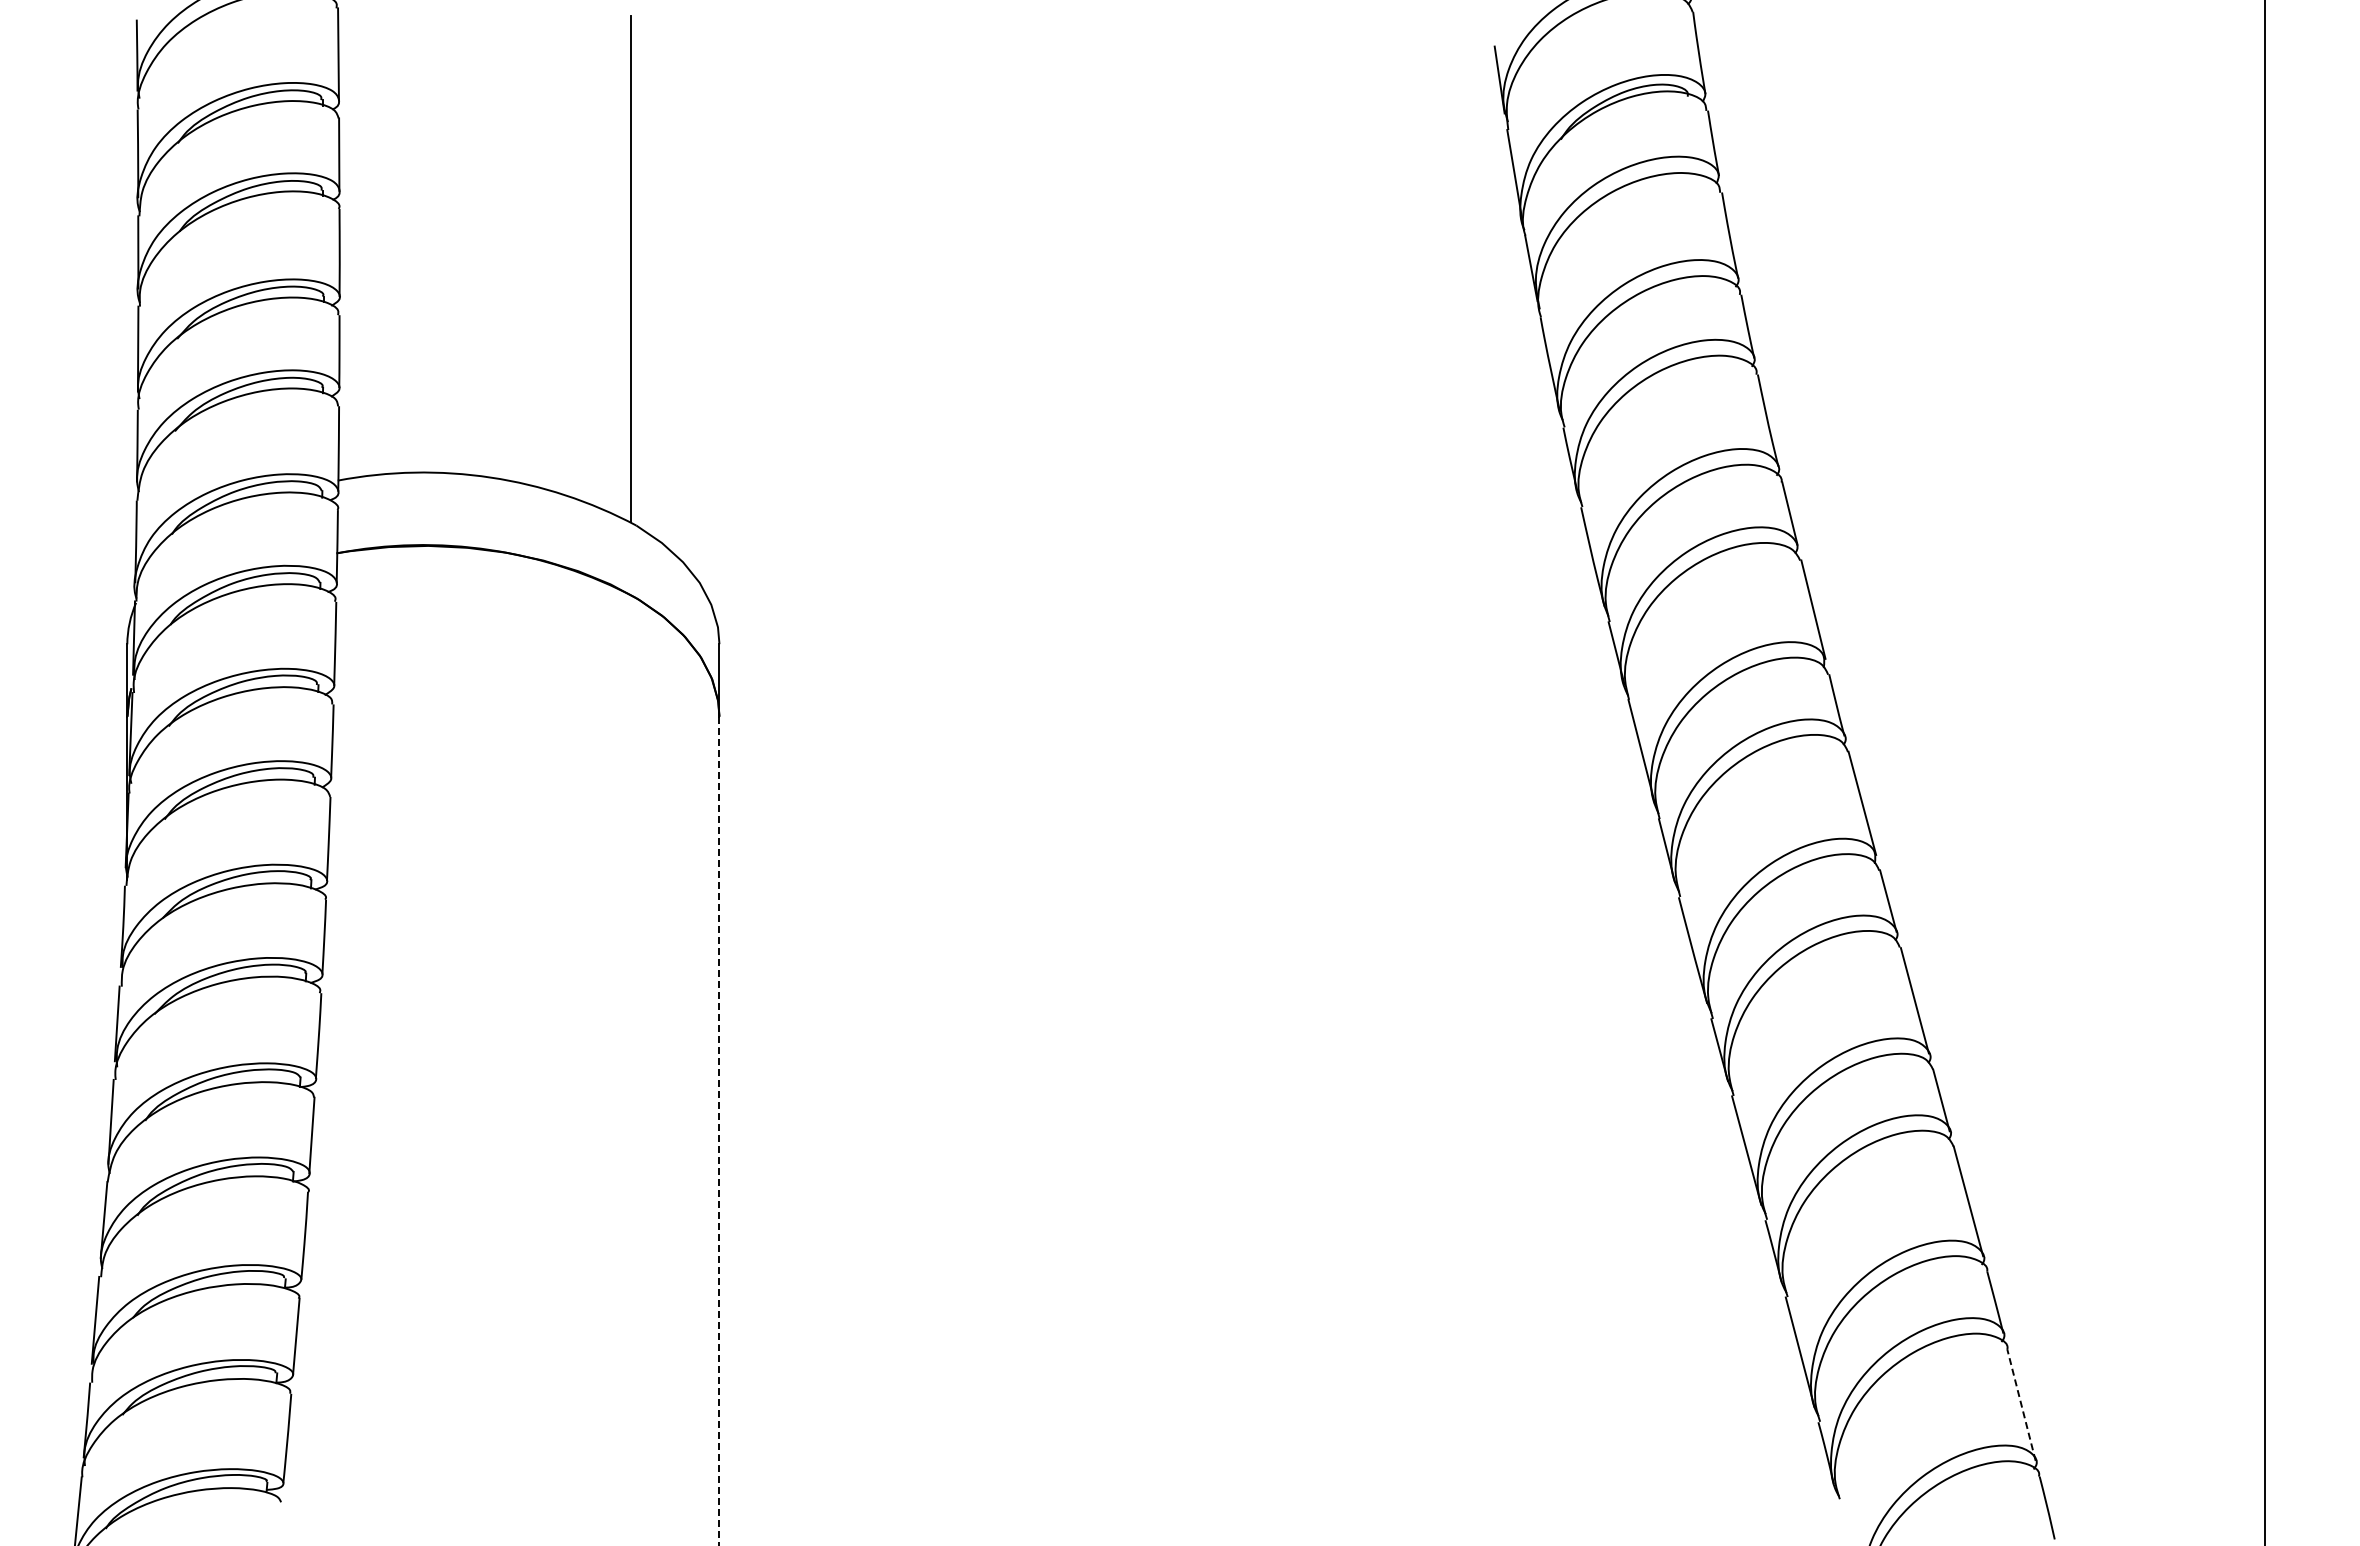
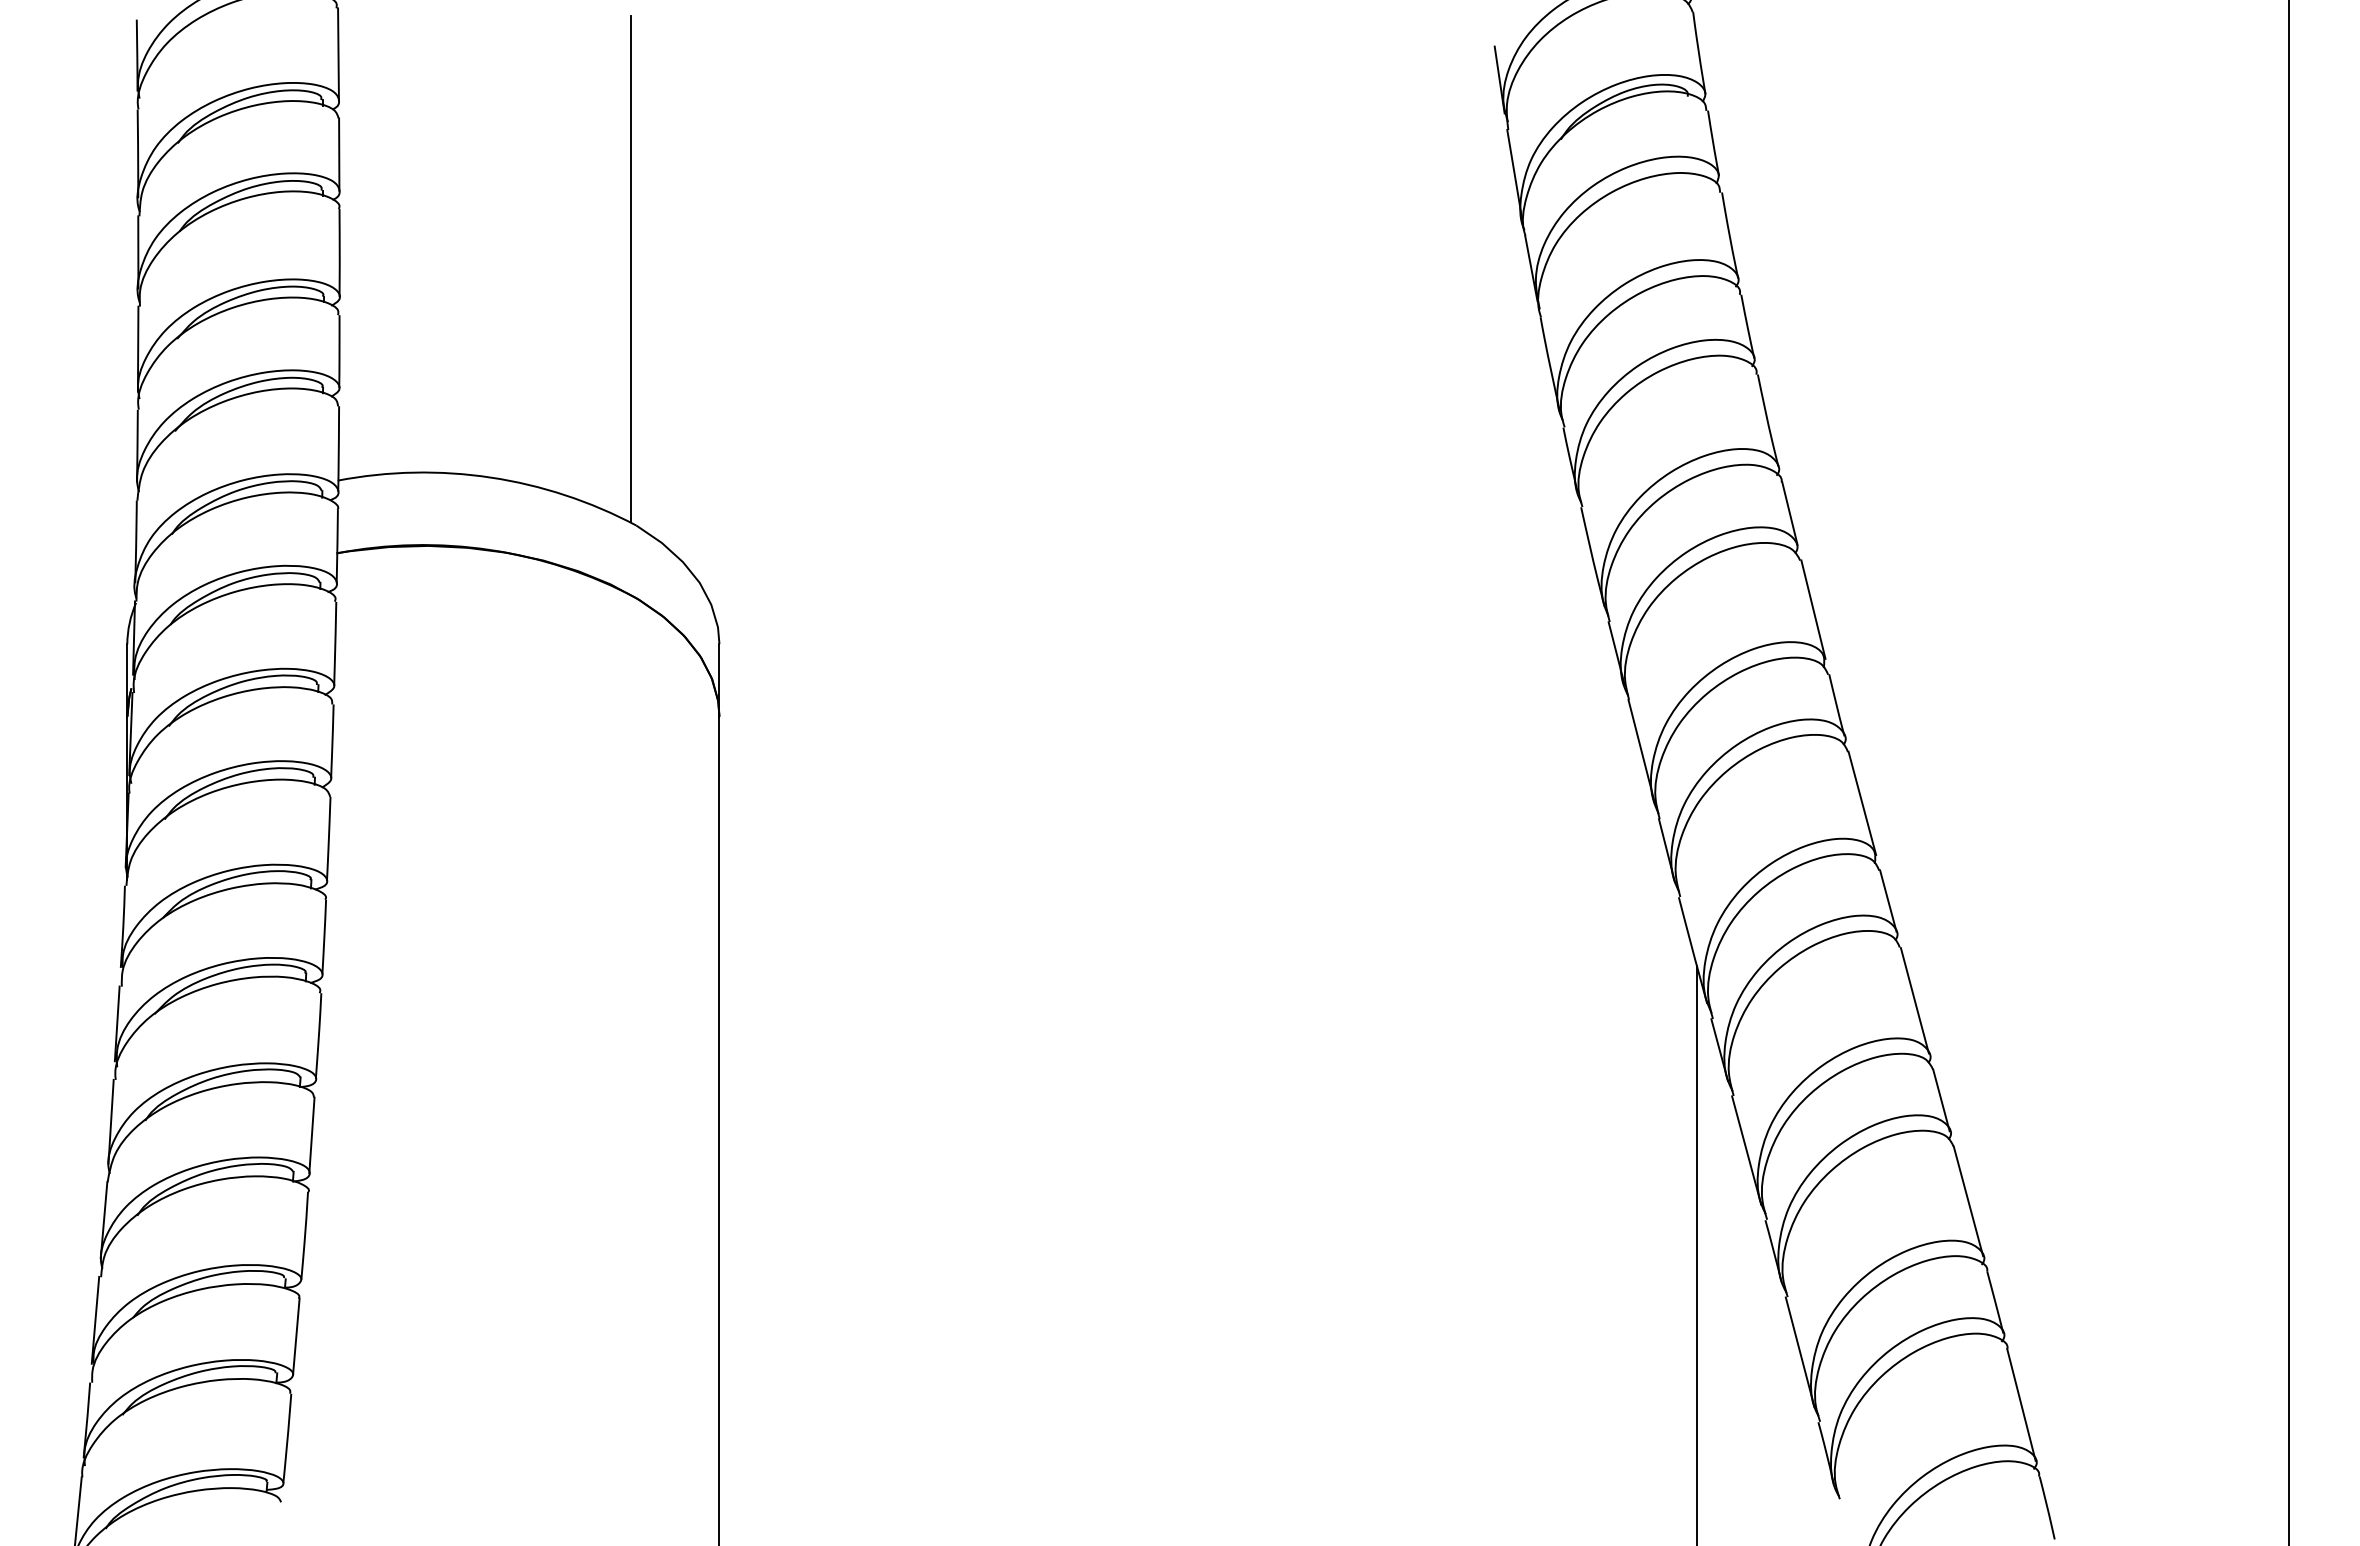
line at (2265, 772) position: (2265, 772) -> (2289, 772)
line at (719, 1130): dashed -> solid
line at (1697, 1254): none -> present
line at (2021, 1405): dashed -> solid
